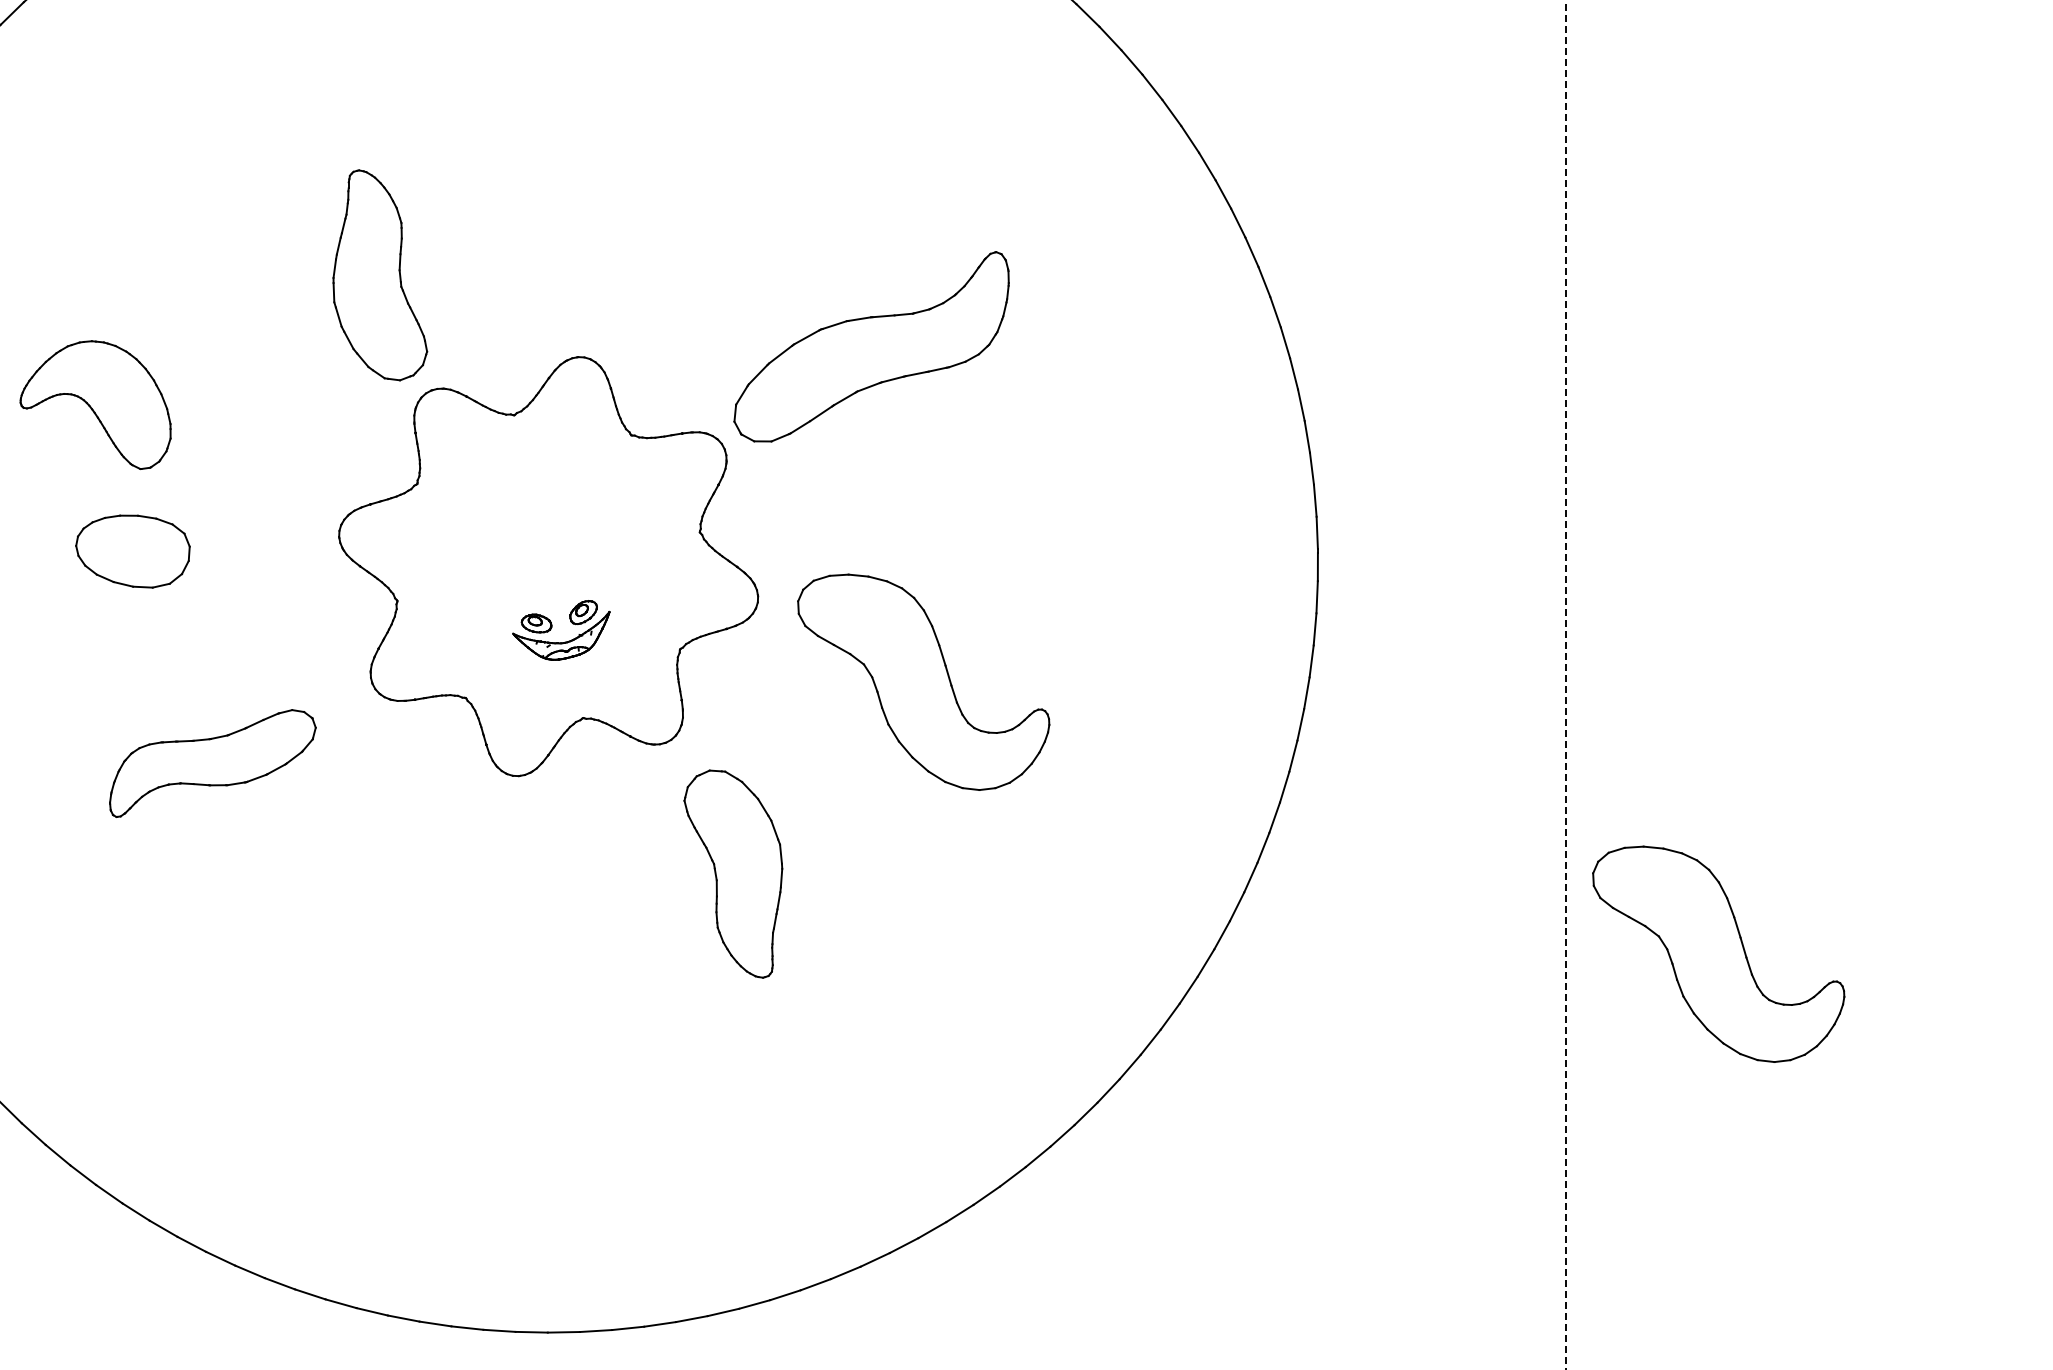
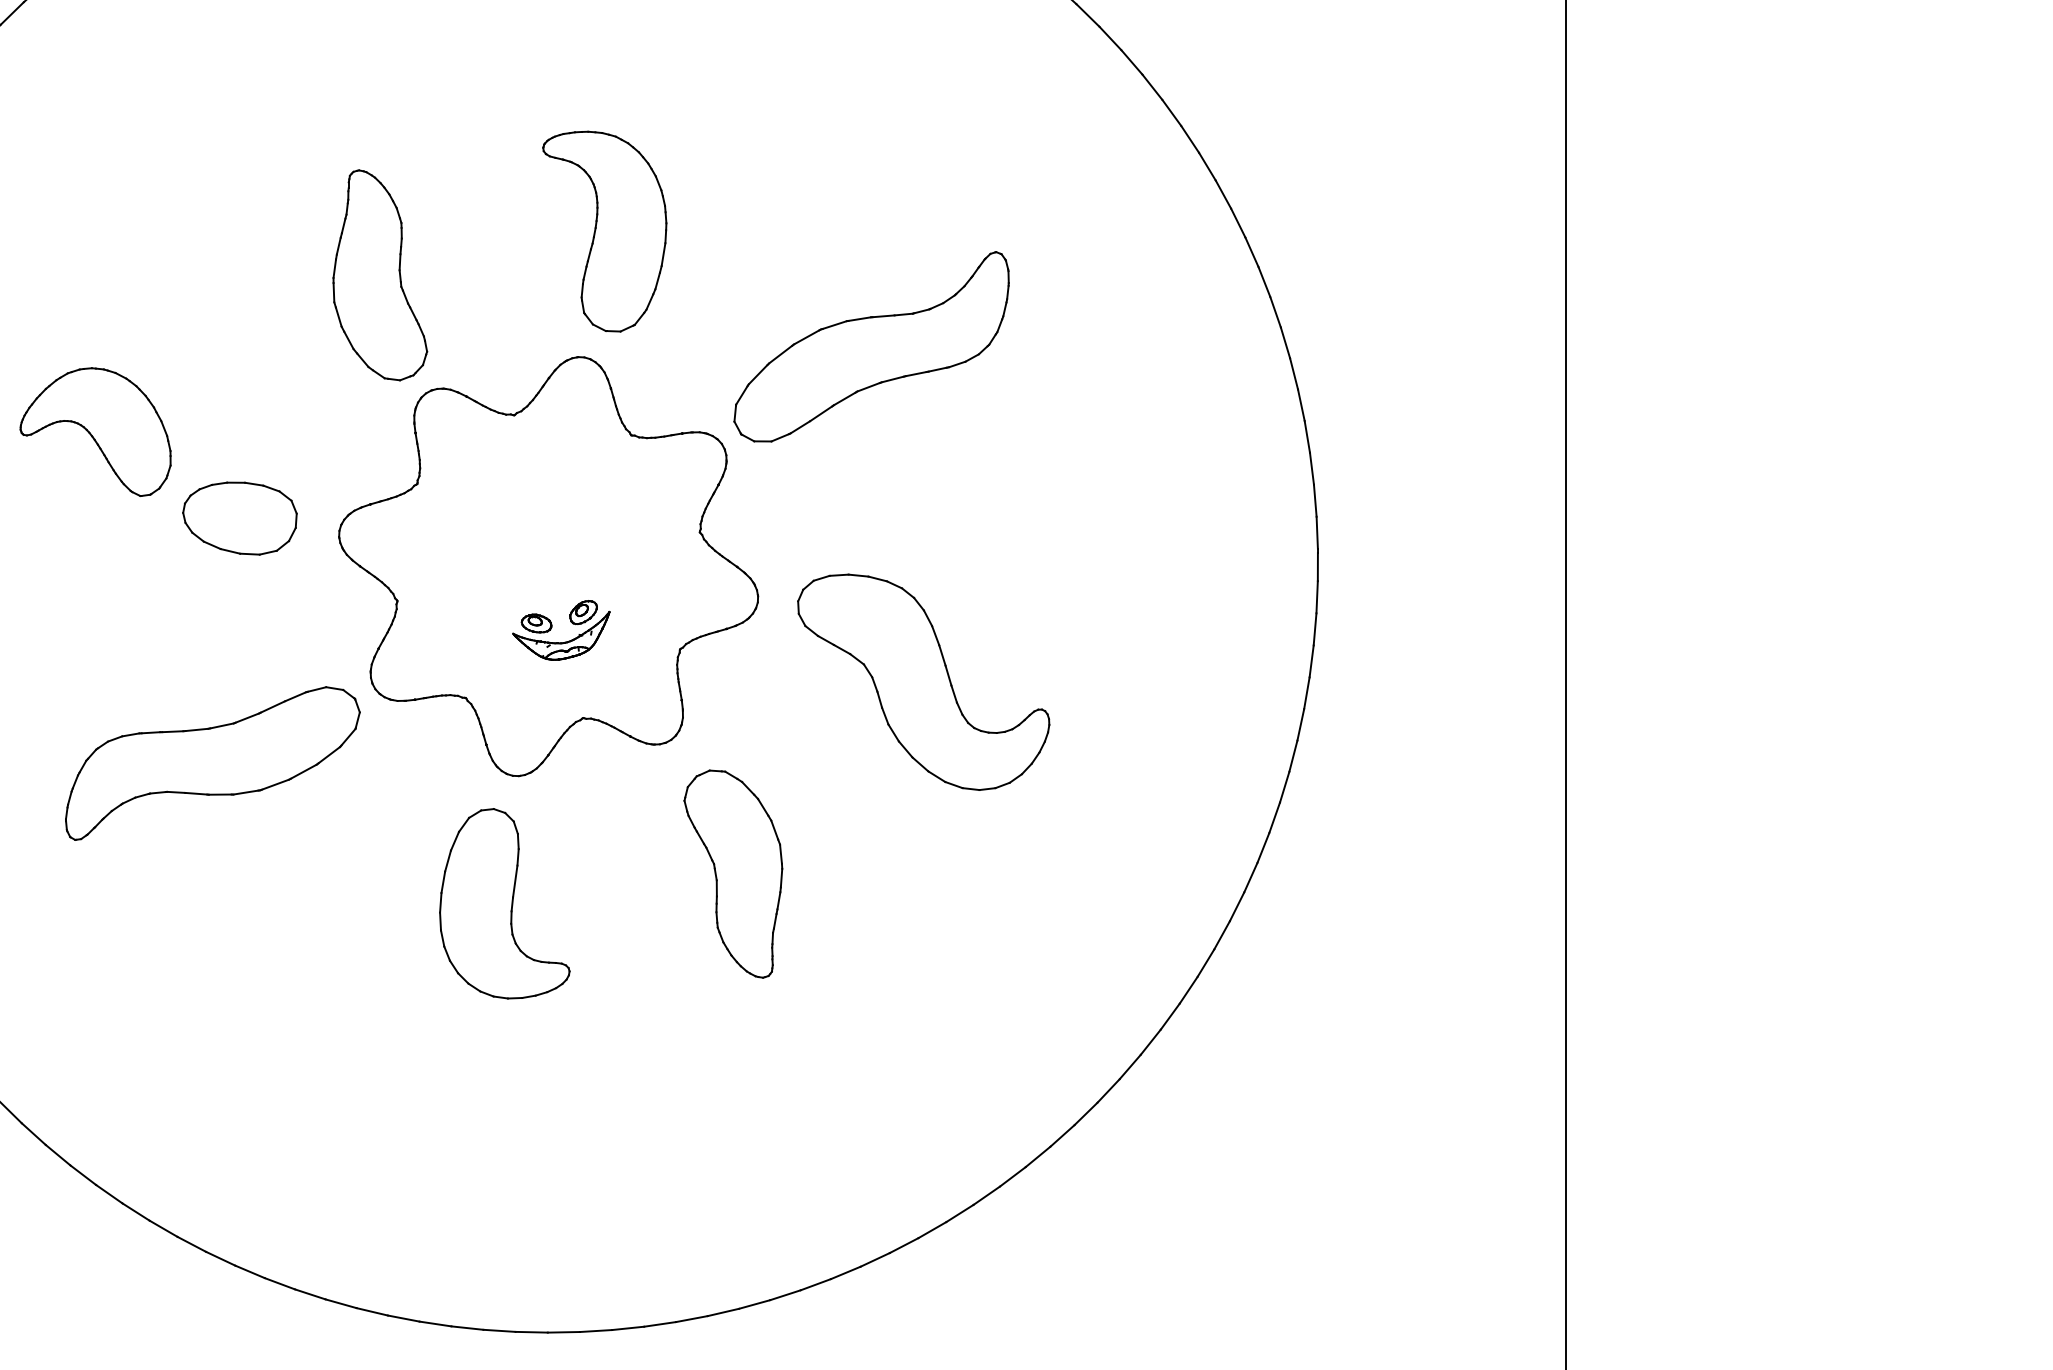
part at (604, 231): none -> present
part at (95, 404) position: (95, 404) -> (95, 431)
part at (132, 551) position: (132, 551) -> (239, 518)
line at (1566, 685): dashed -> solid
part at (212, 763) size: 208x109 px -> 296x155 px
part at (504, 903): none -> present
part at (1718, 953): present -> none
